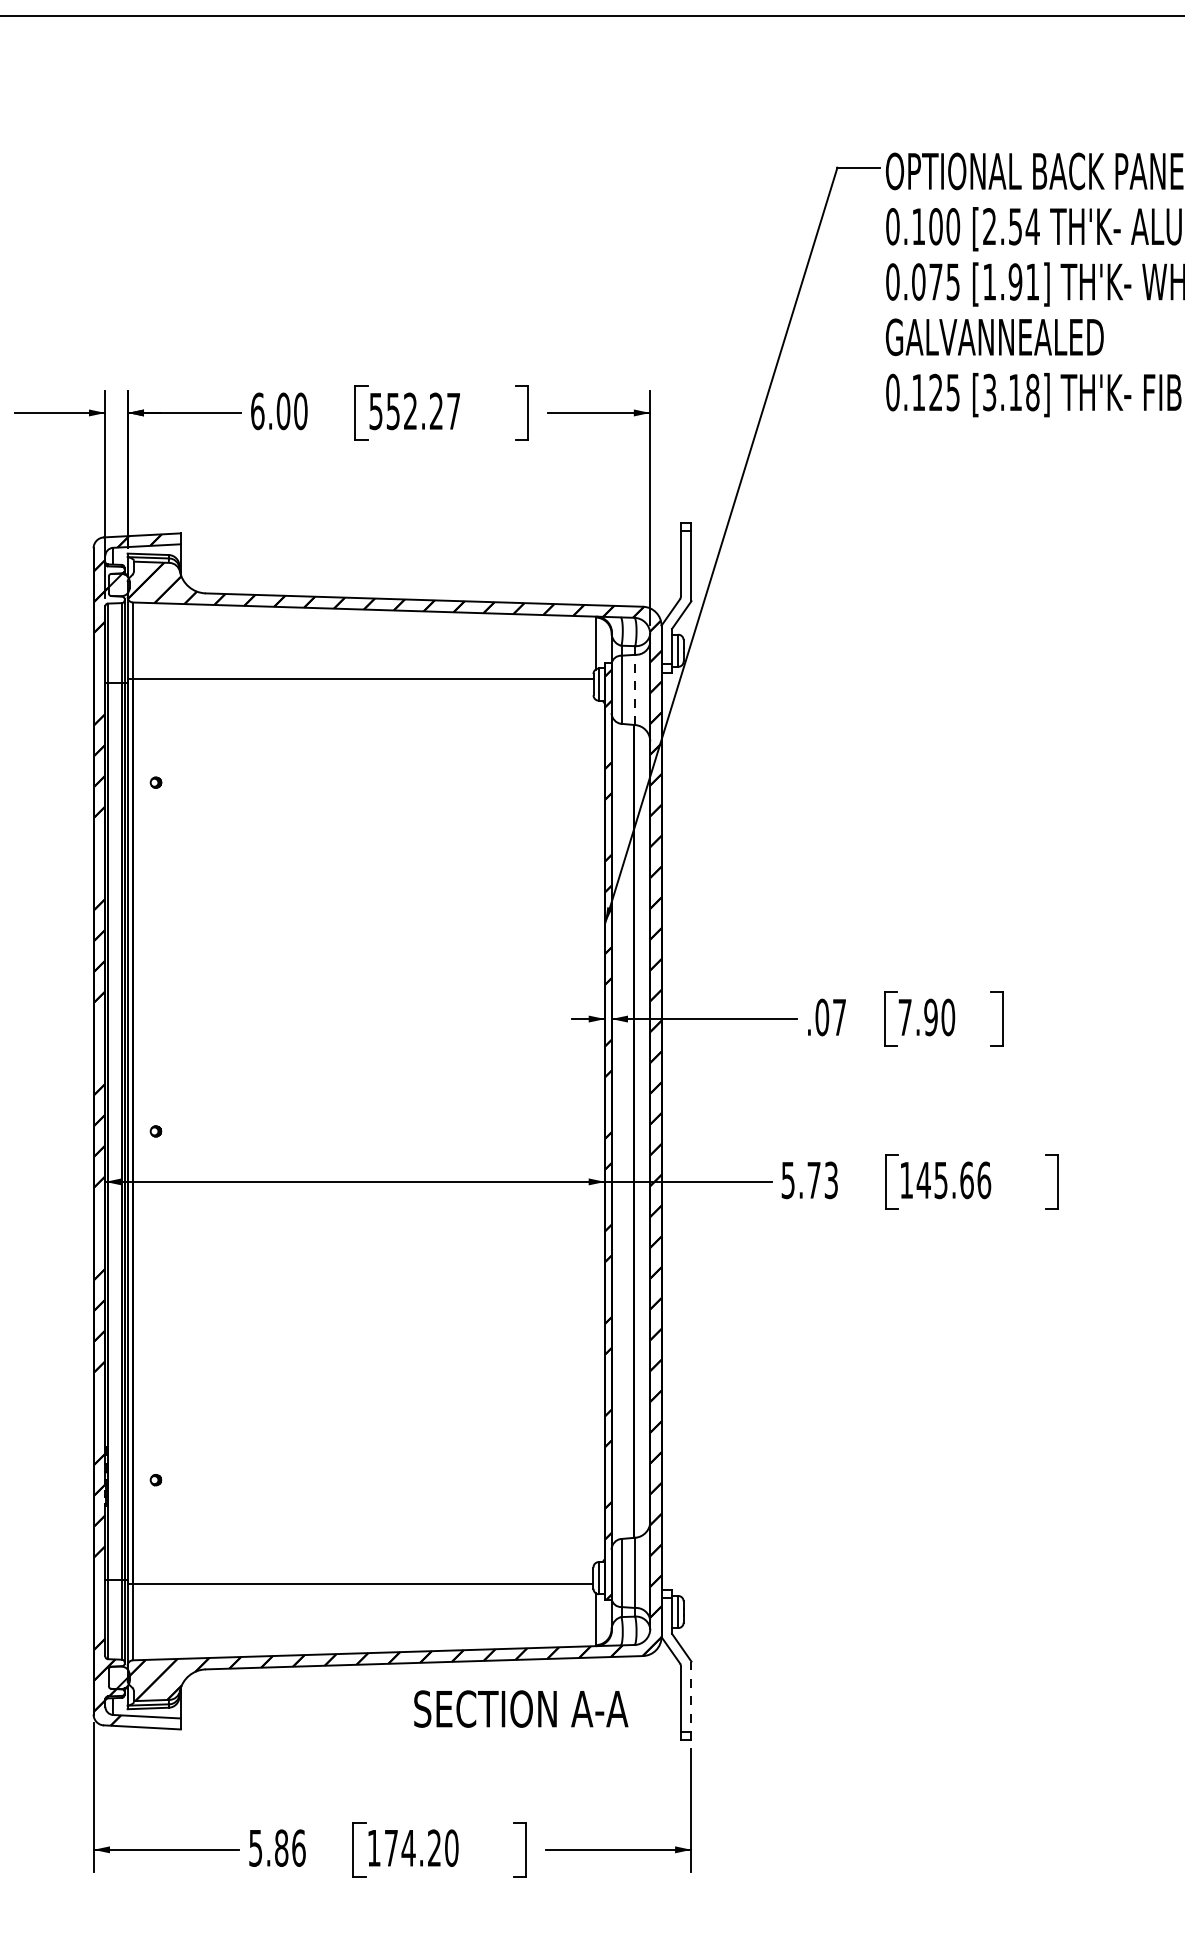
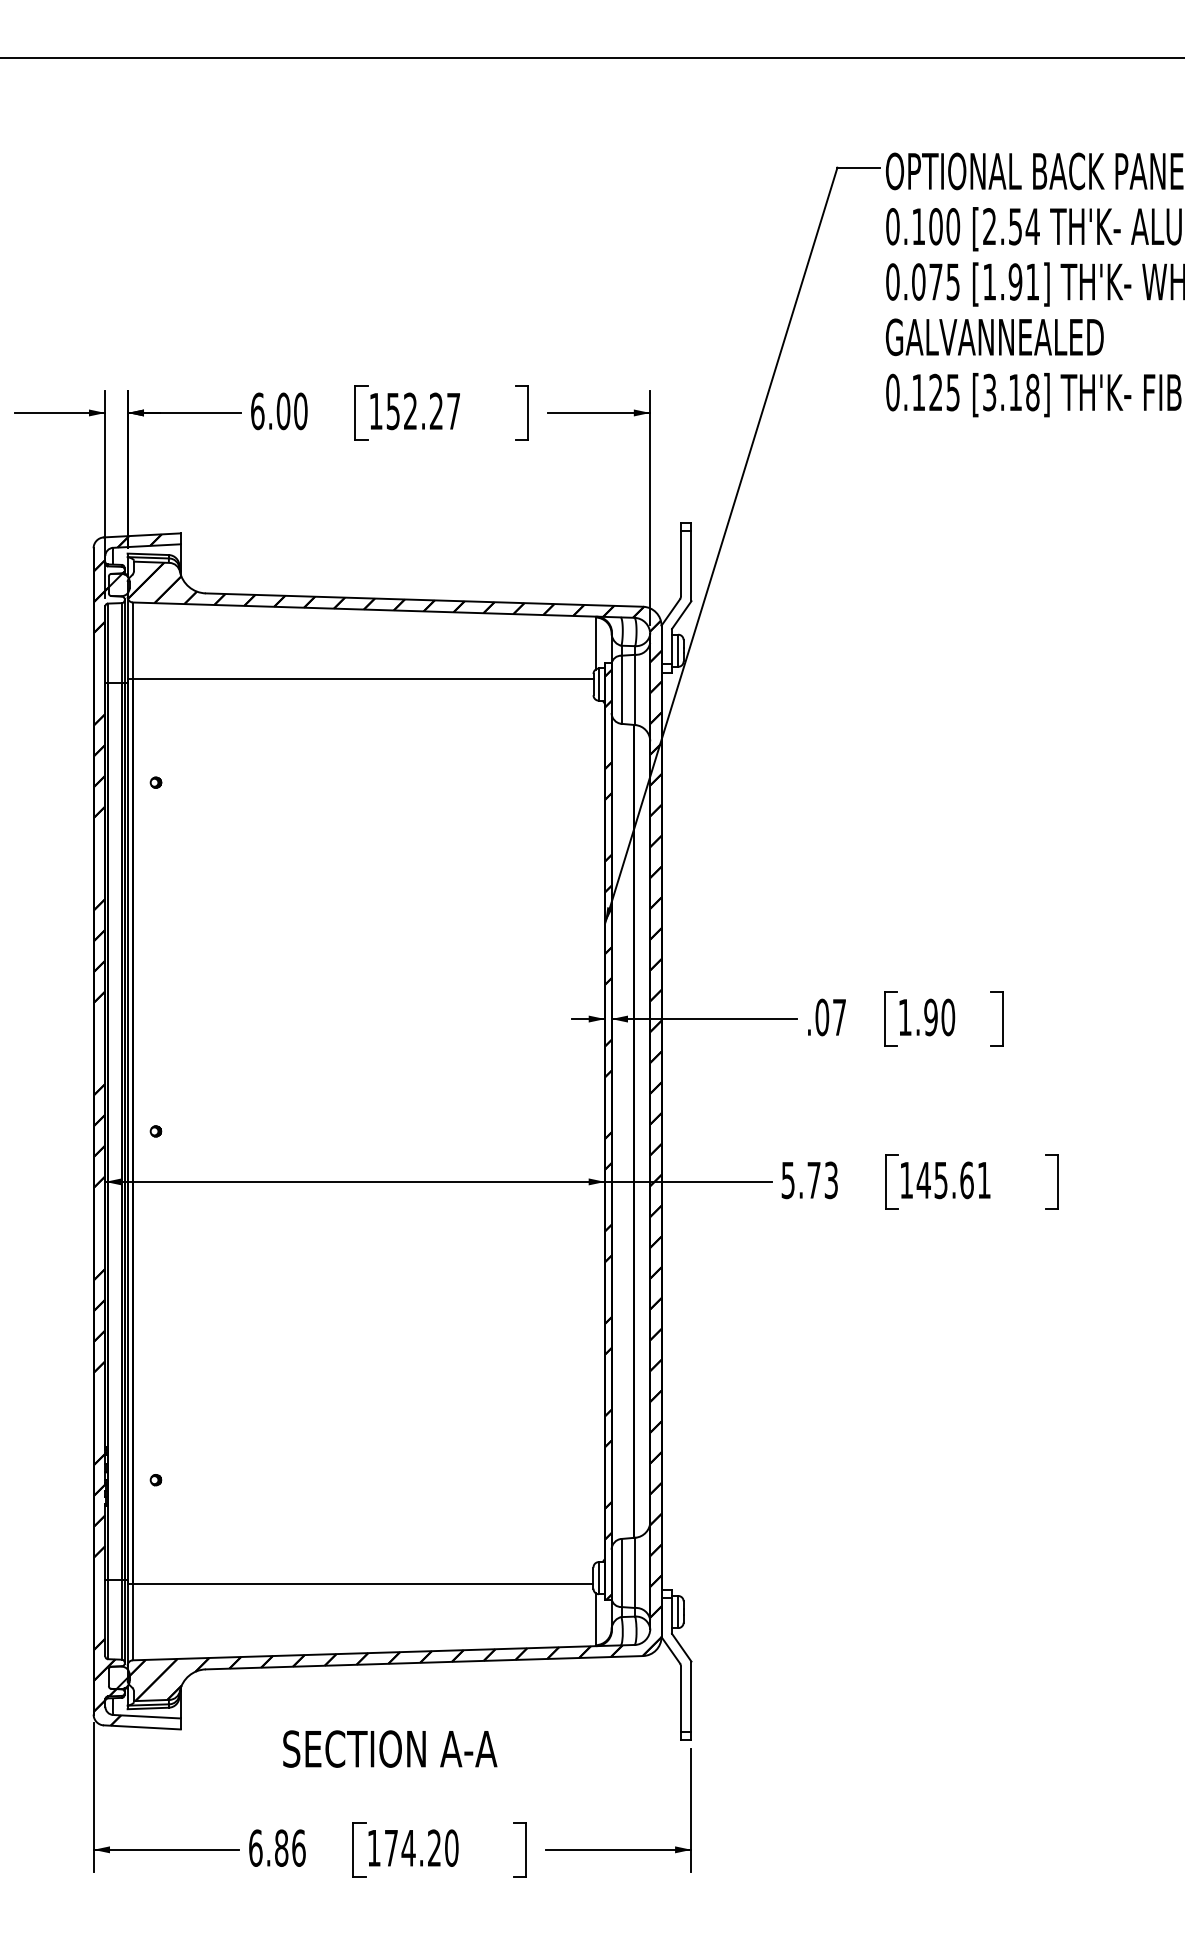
line at (591, 16) position: (591, 16) -> (591, 58)
text at (375, 411): 552.27 -> 152.27
line at (635, 689): dashed -> solid
text at (904, 1017): 7.90 -> 1.90
text at (984, 1180): 145.66 -> 145.61
line at (691, 1697): dashed -> solid
text at (521, 1708) position: (521, 1708) -> (390, 1748)
text at (255, 1847): 5.86 -> 6.86
